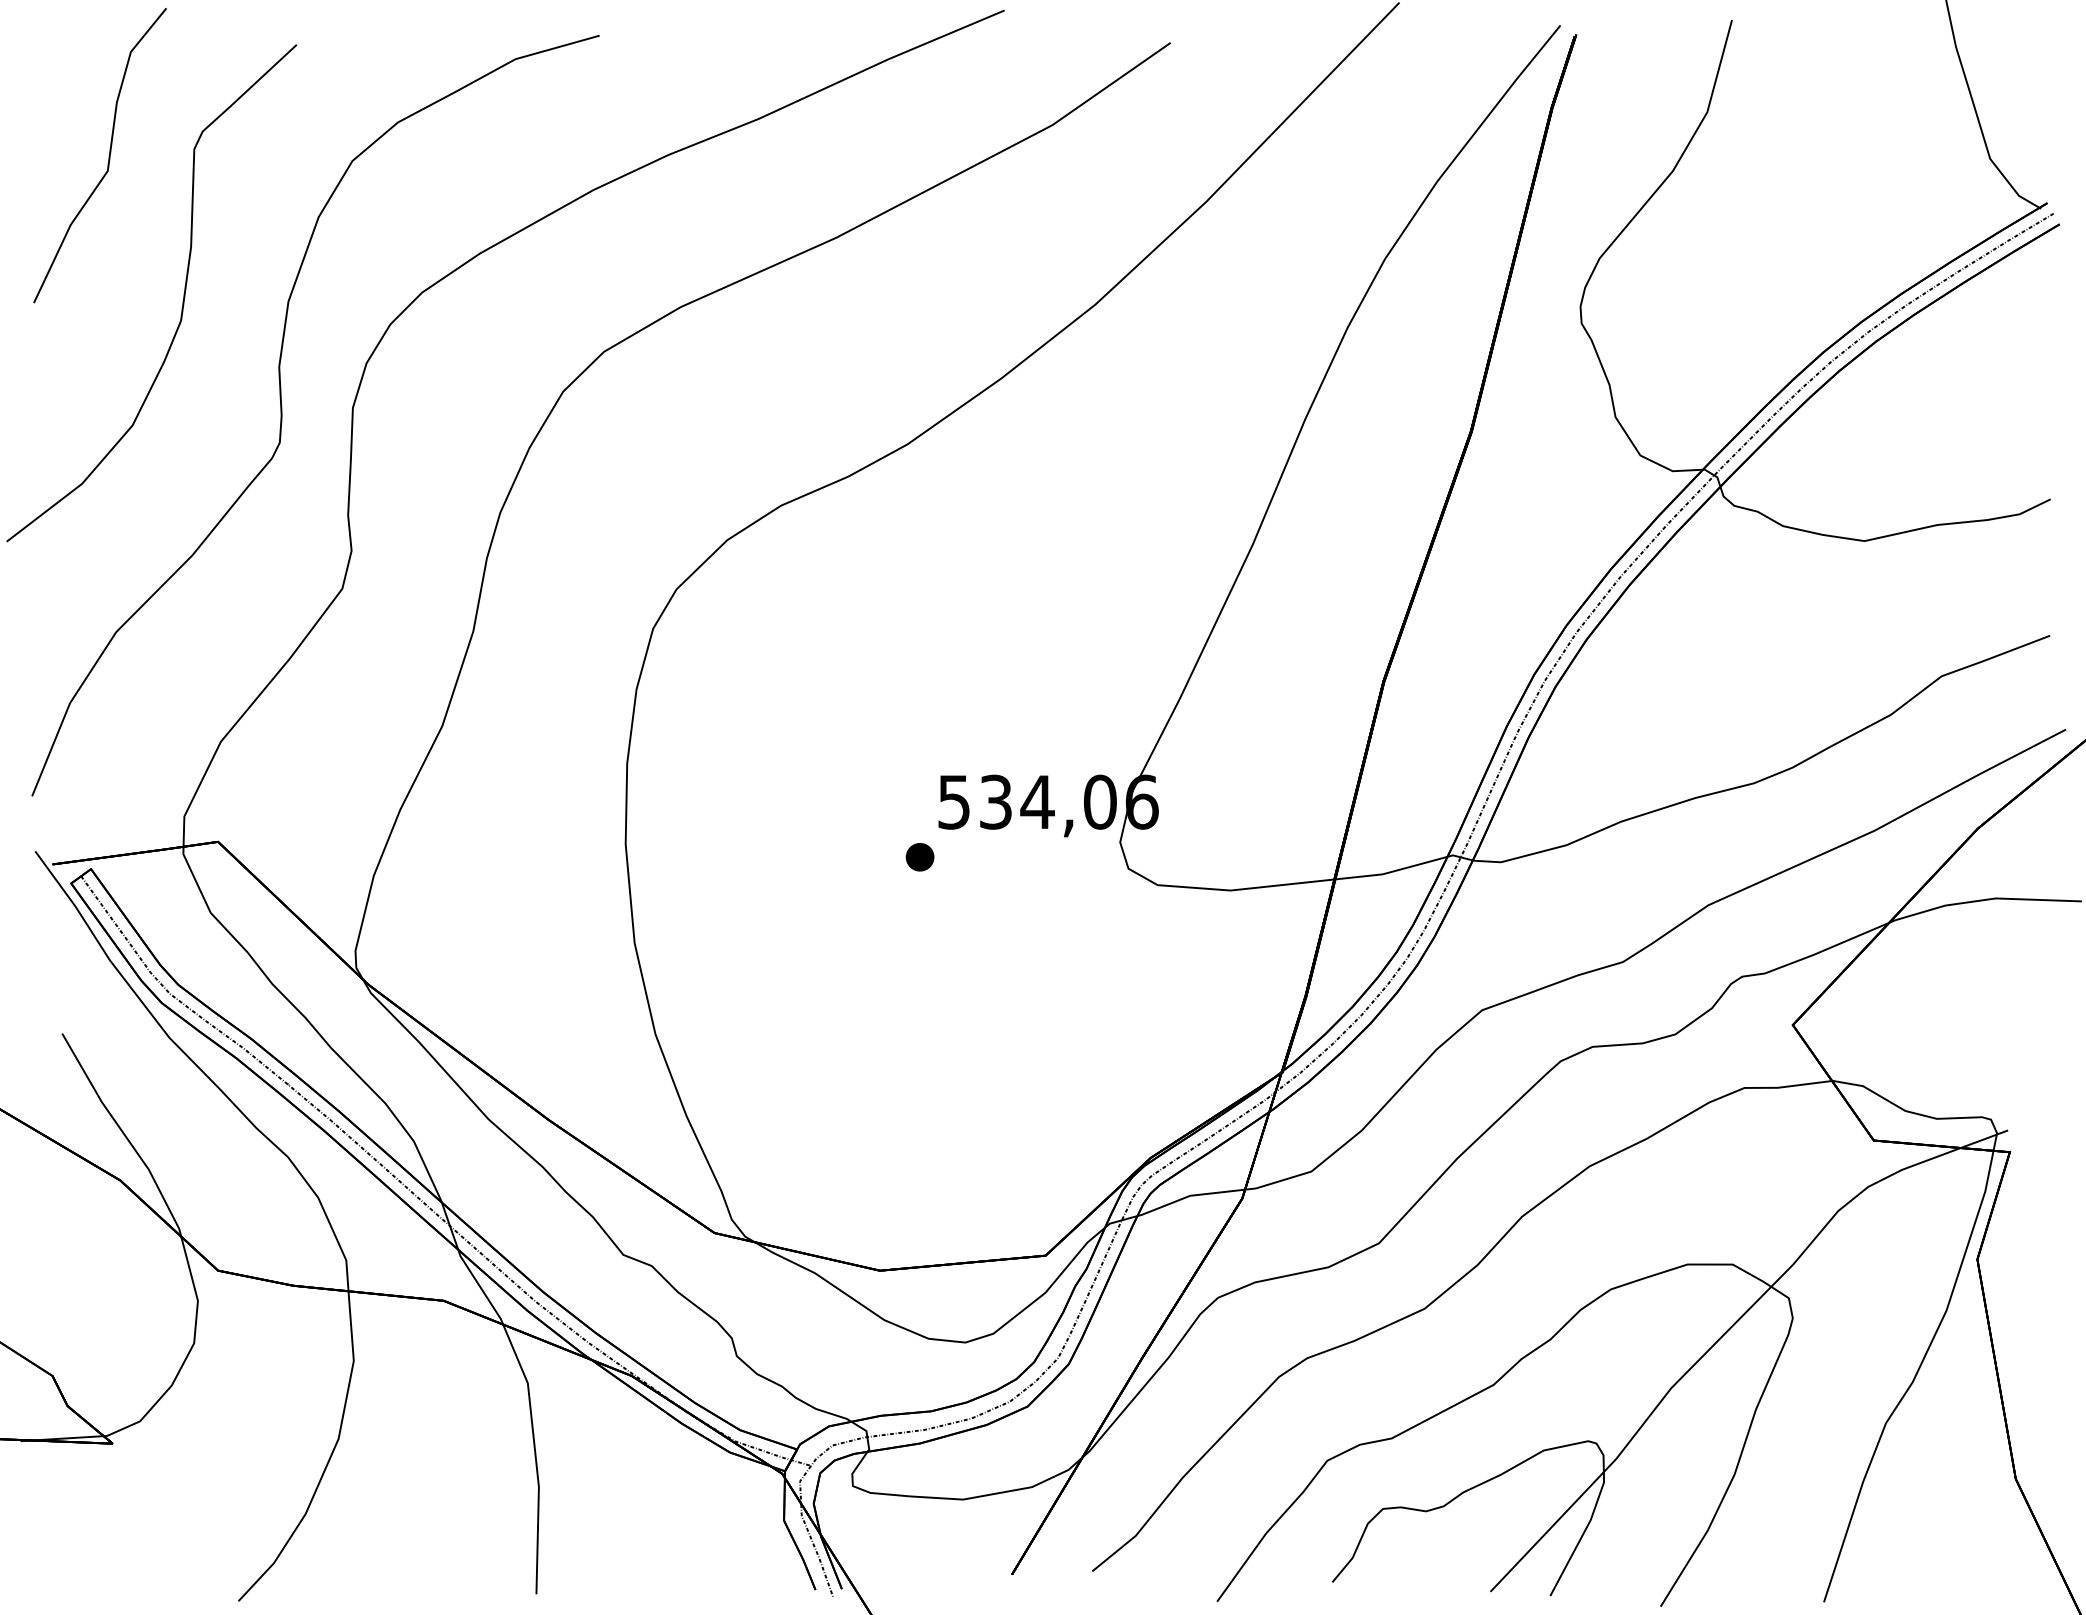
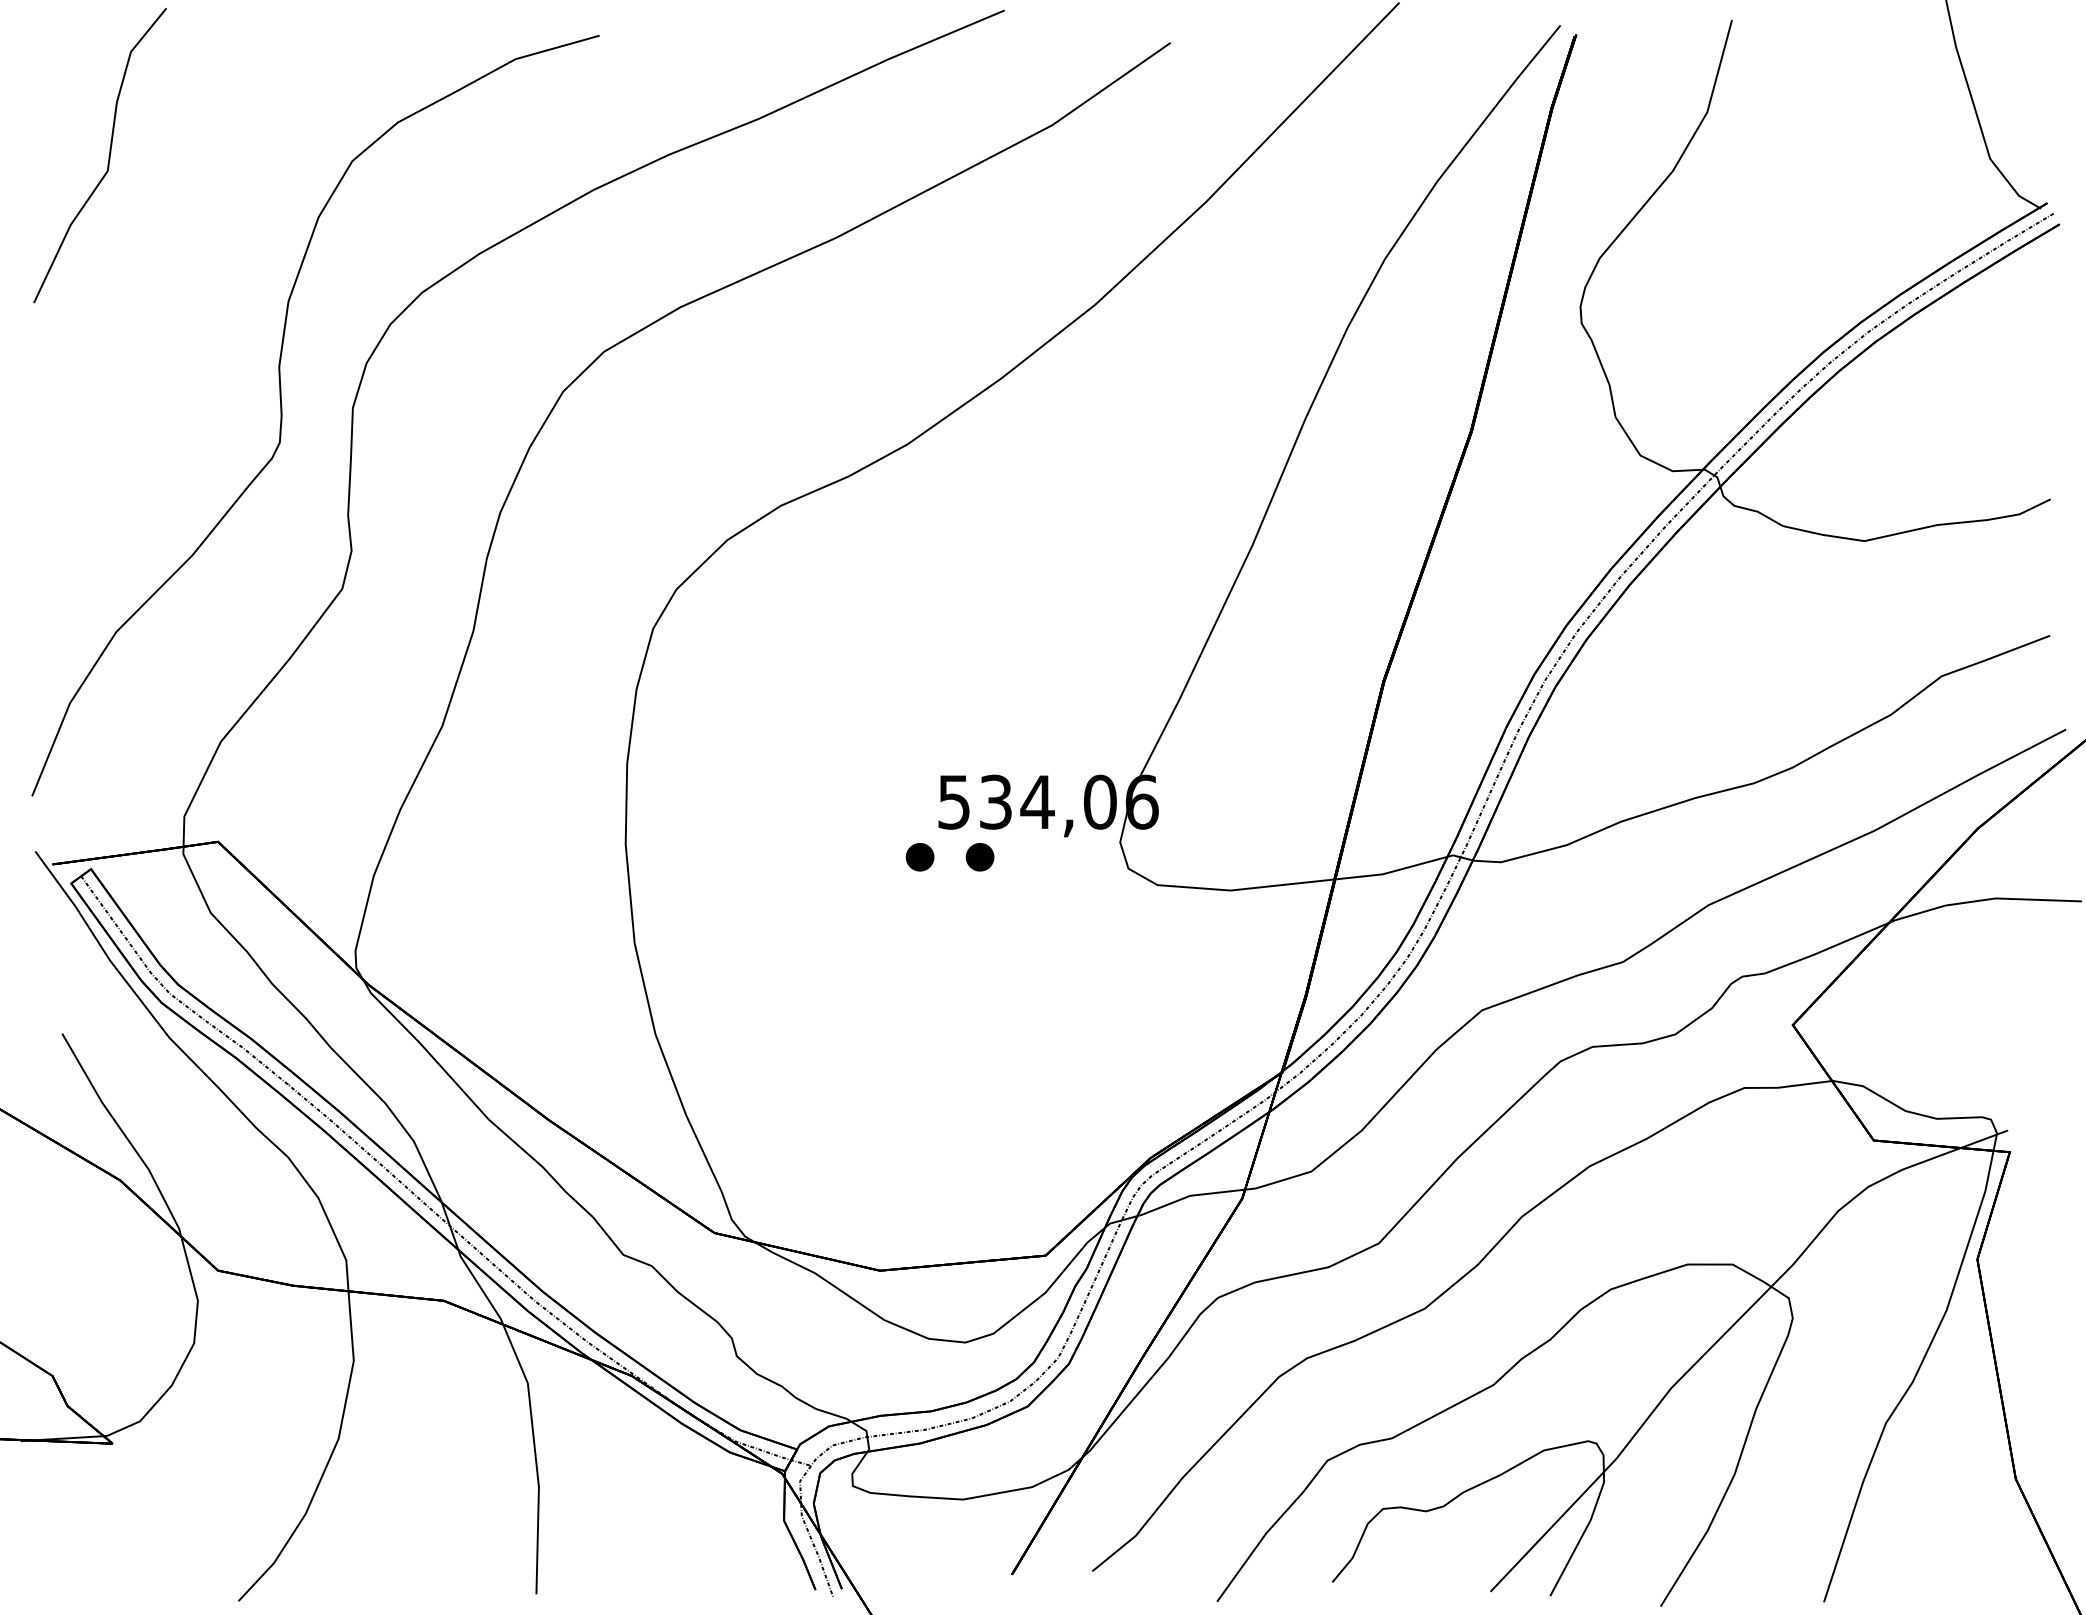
curve at (183, 293): present -> none
part at (979, 857): none -> present
